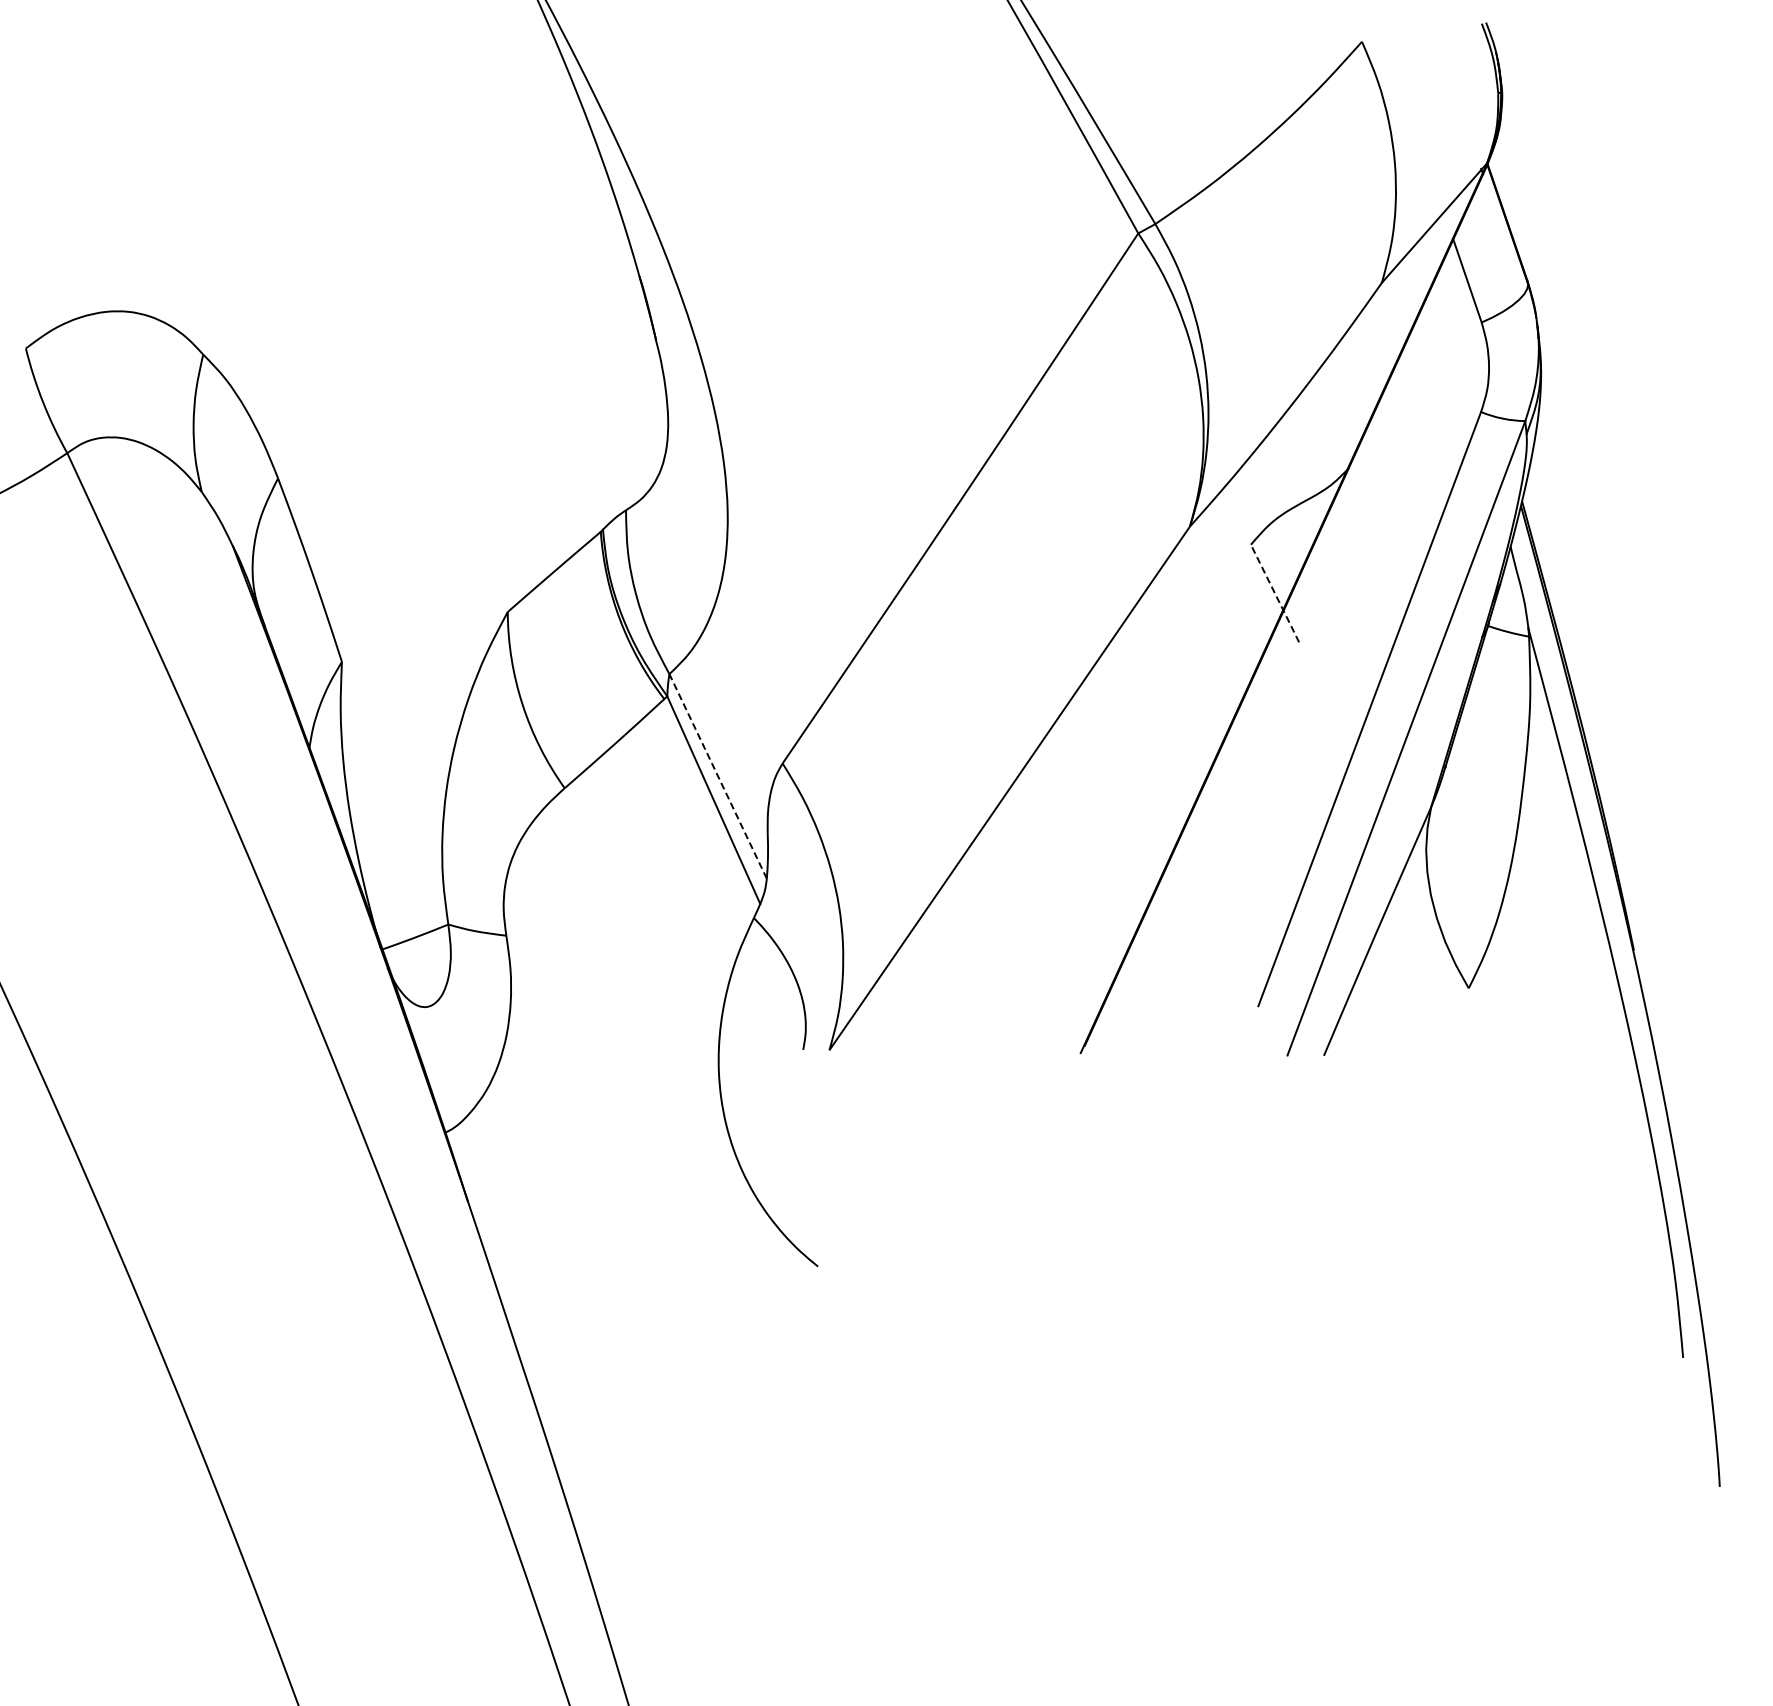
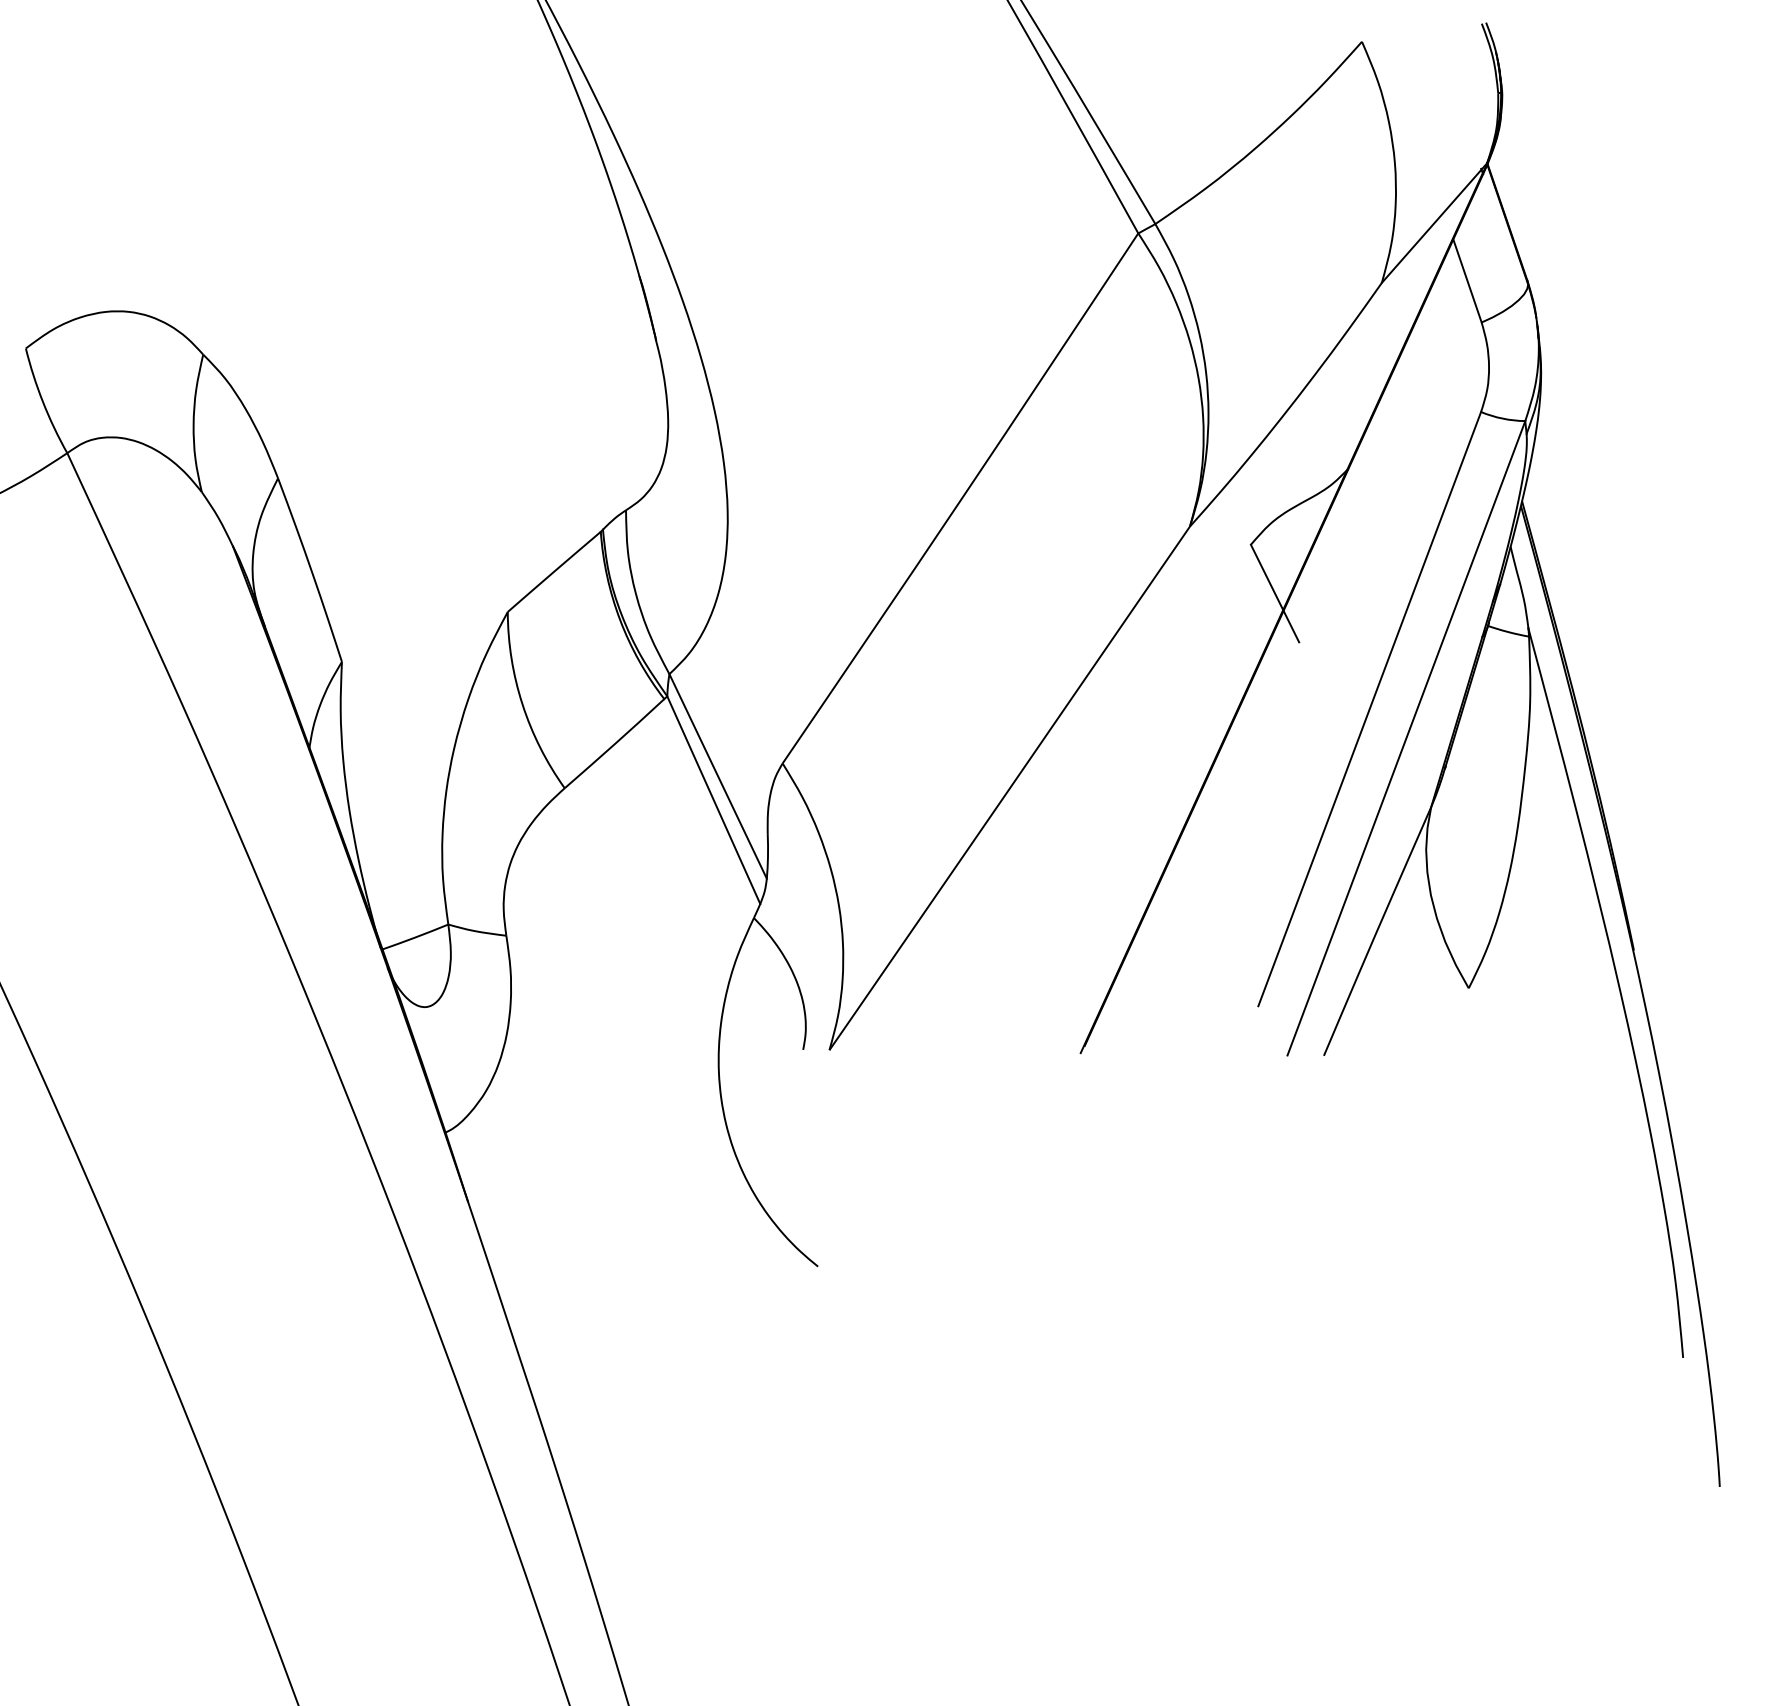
line at (1274, 593): dashed -> solid
line at (717, 775): dashed -> solid
